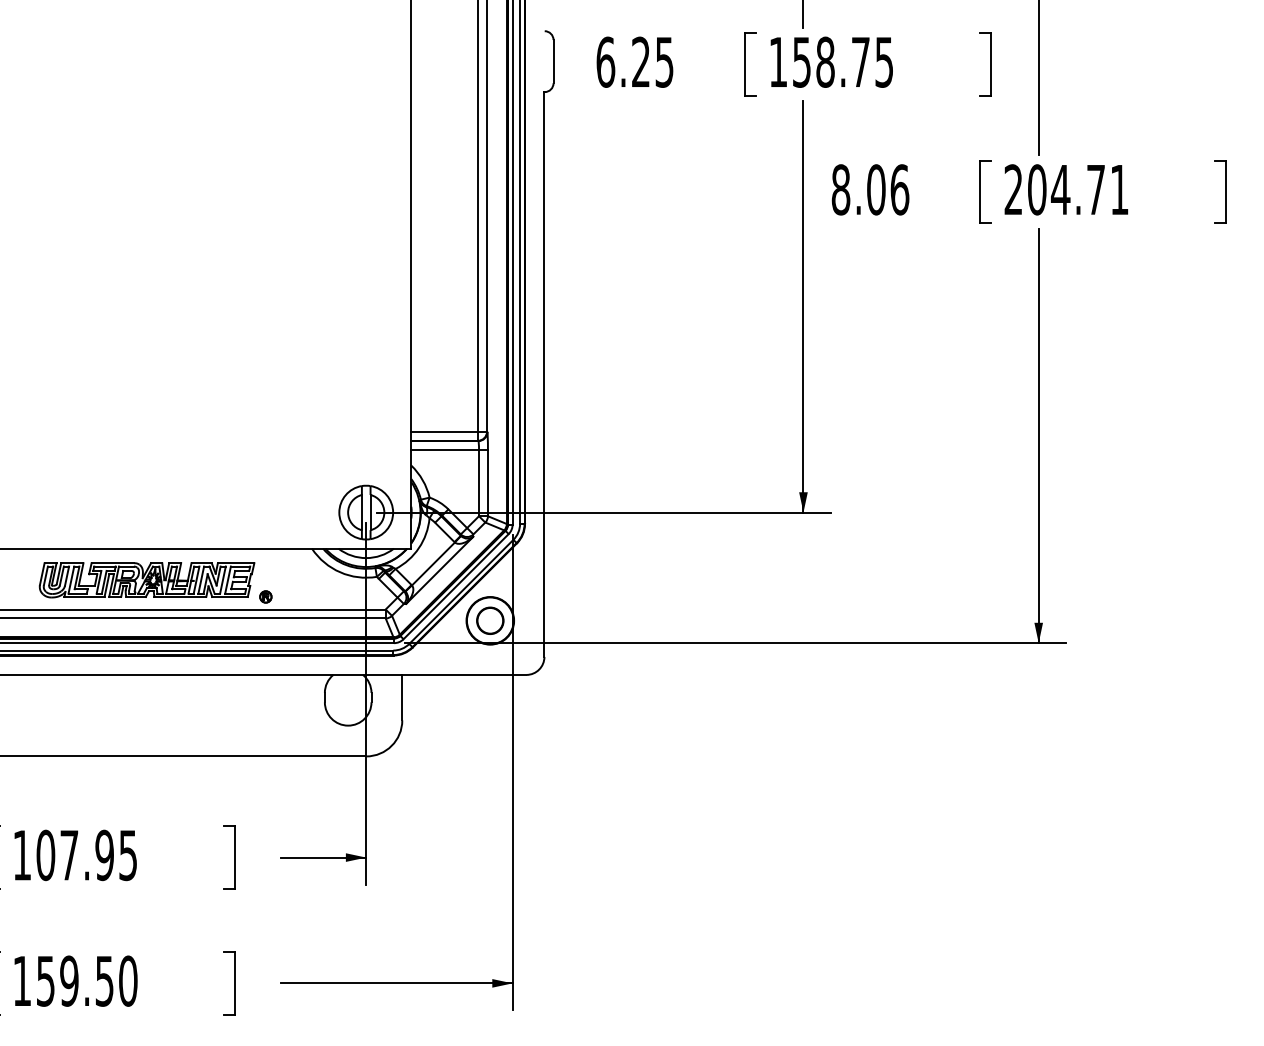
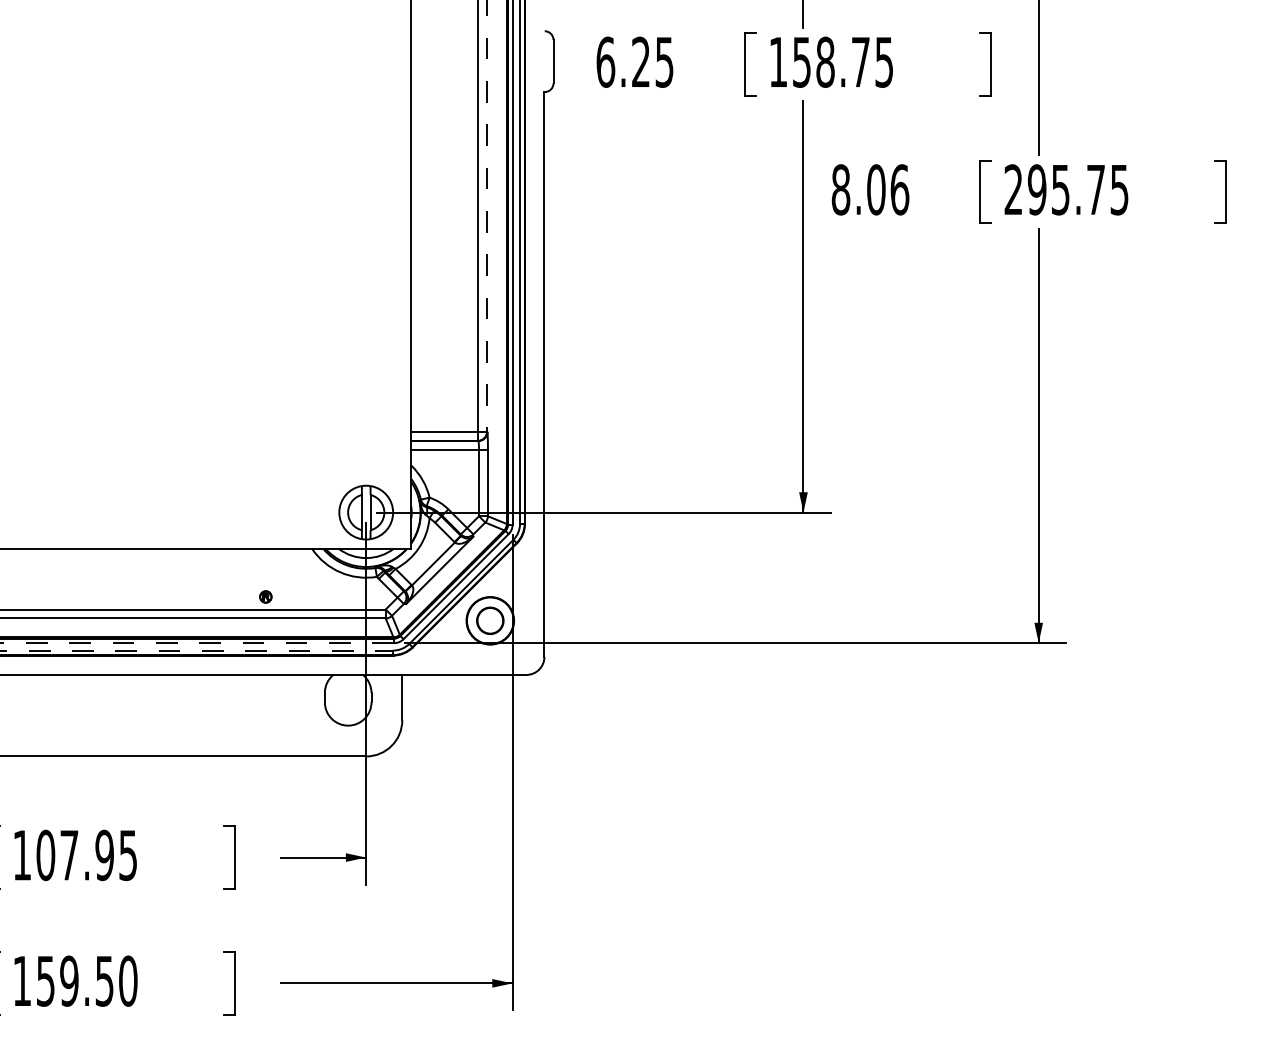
text at (1077, 189): 204.71 -> 295.75
line at (487, 216): solid -> dashed
part at (146, 580): present -> none
line at (197, 643): solid -> dashed
line at (197, 650): solid -> dashed
